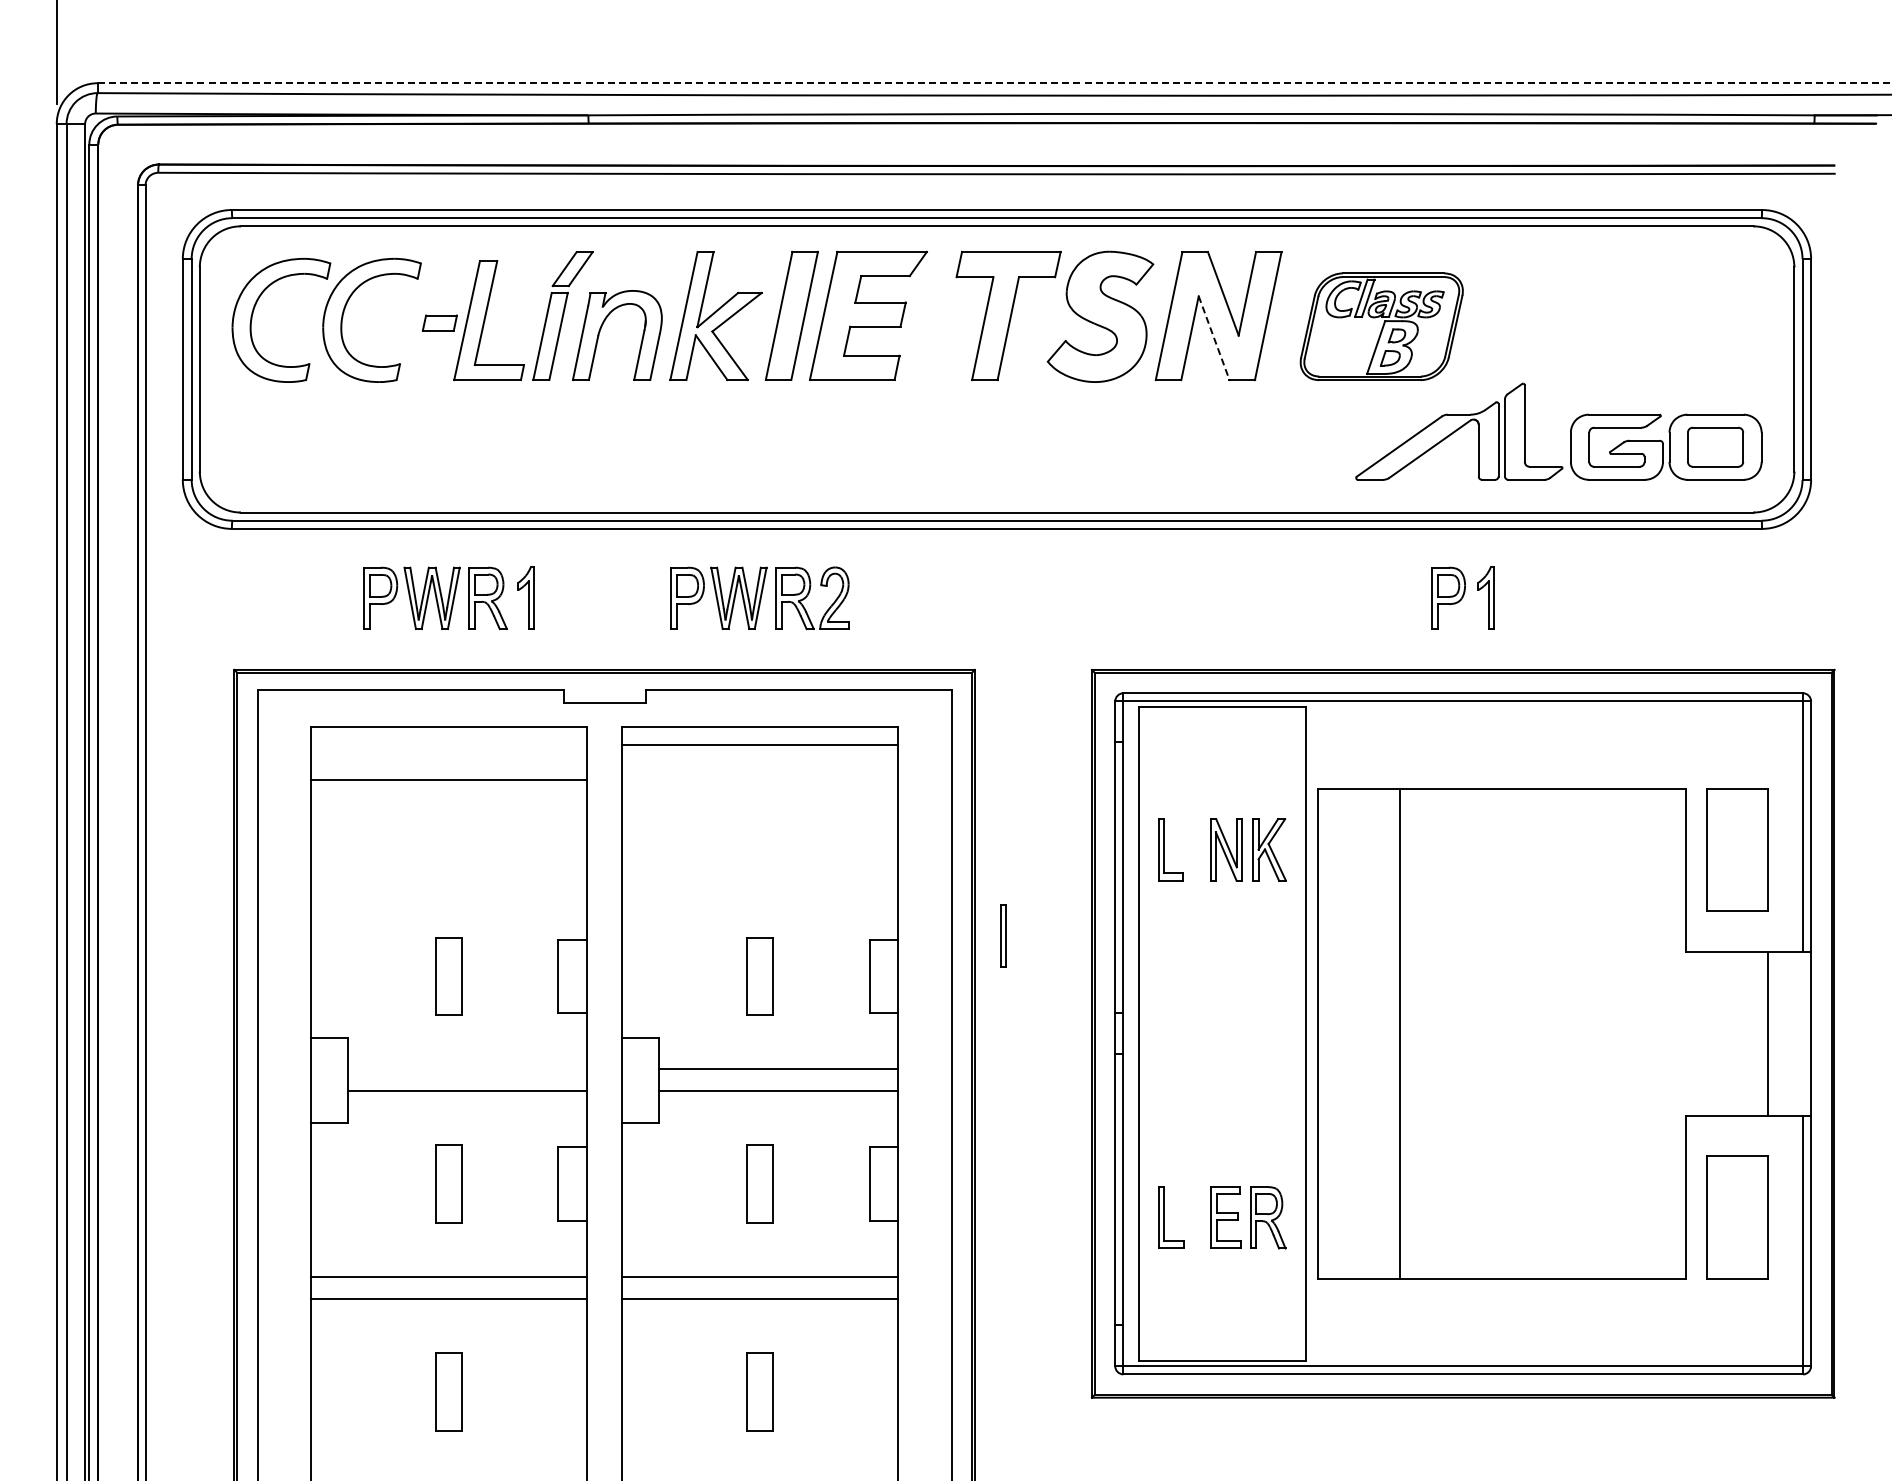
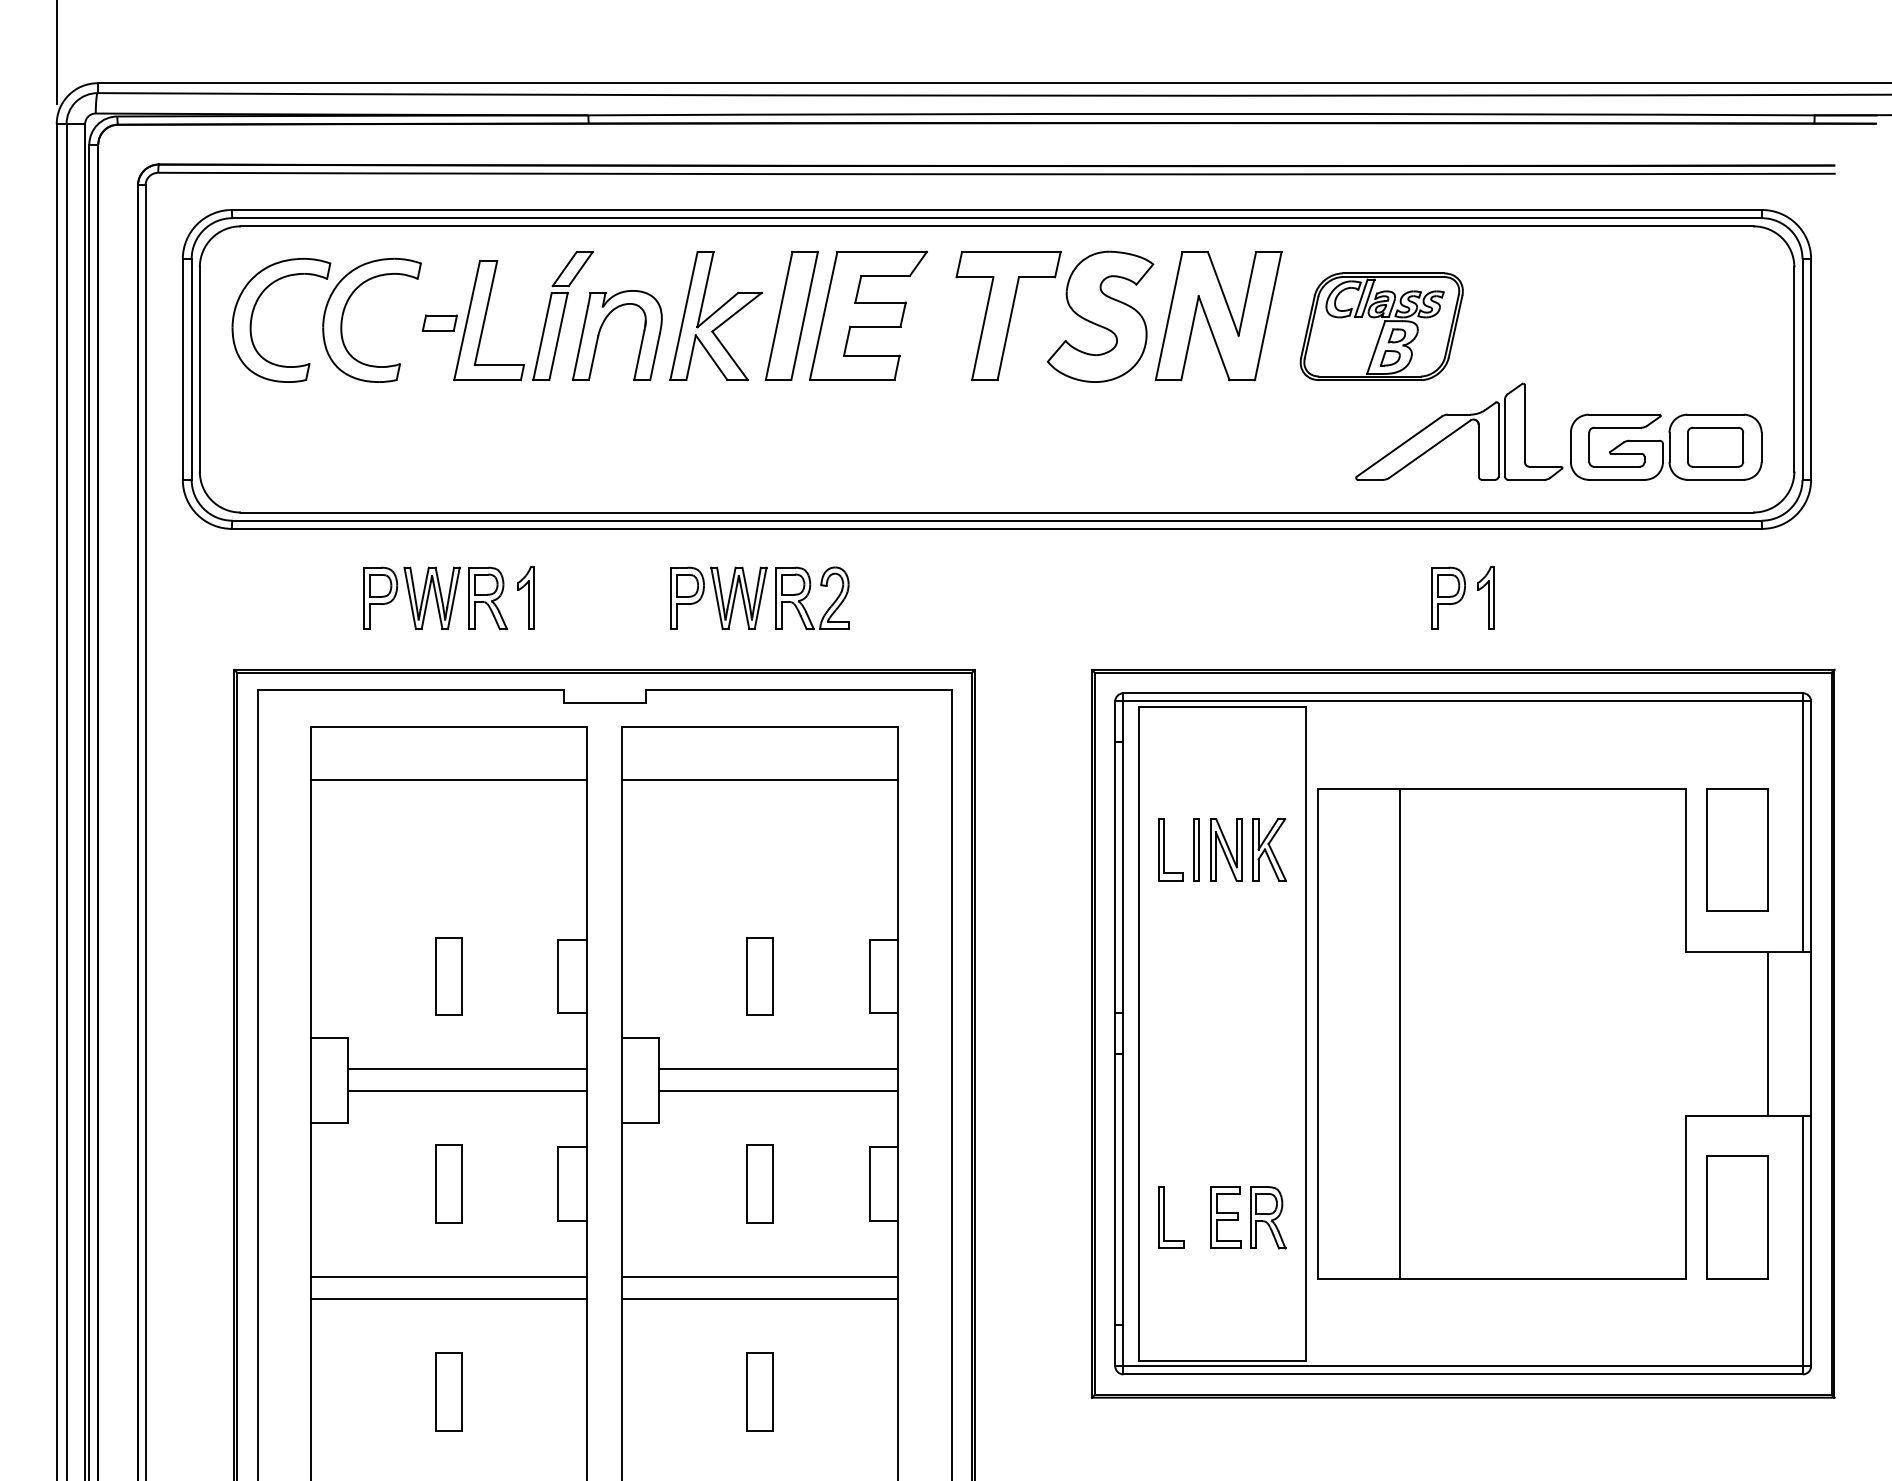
line at (994, 83): dashed -> solid
line at (1214, 338): dashed -> solid
line at (760, 744) position: (760, 744) -> (760, 779)
part at (1003, 935) position: (1003, 935) -> (1196, 849)
line at (466, 1069): none -> present
